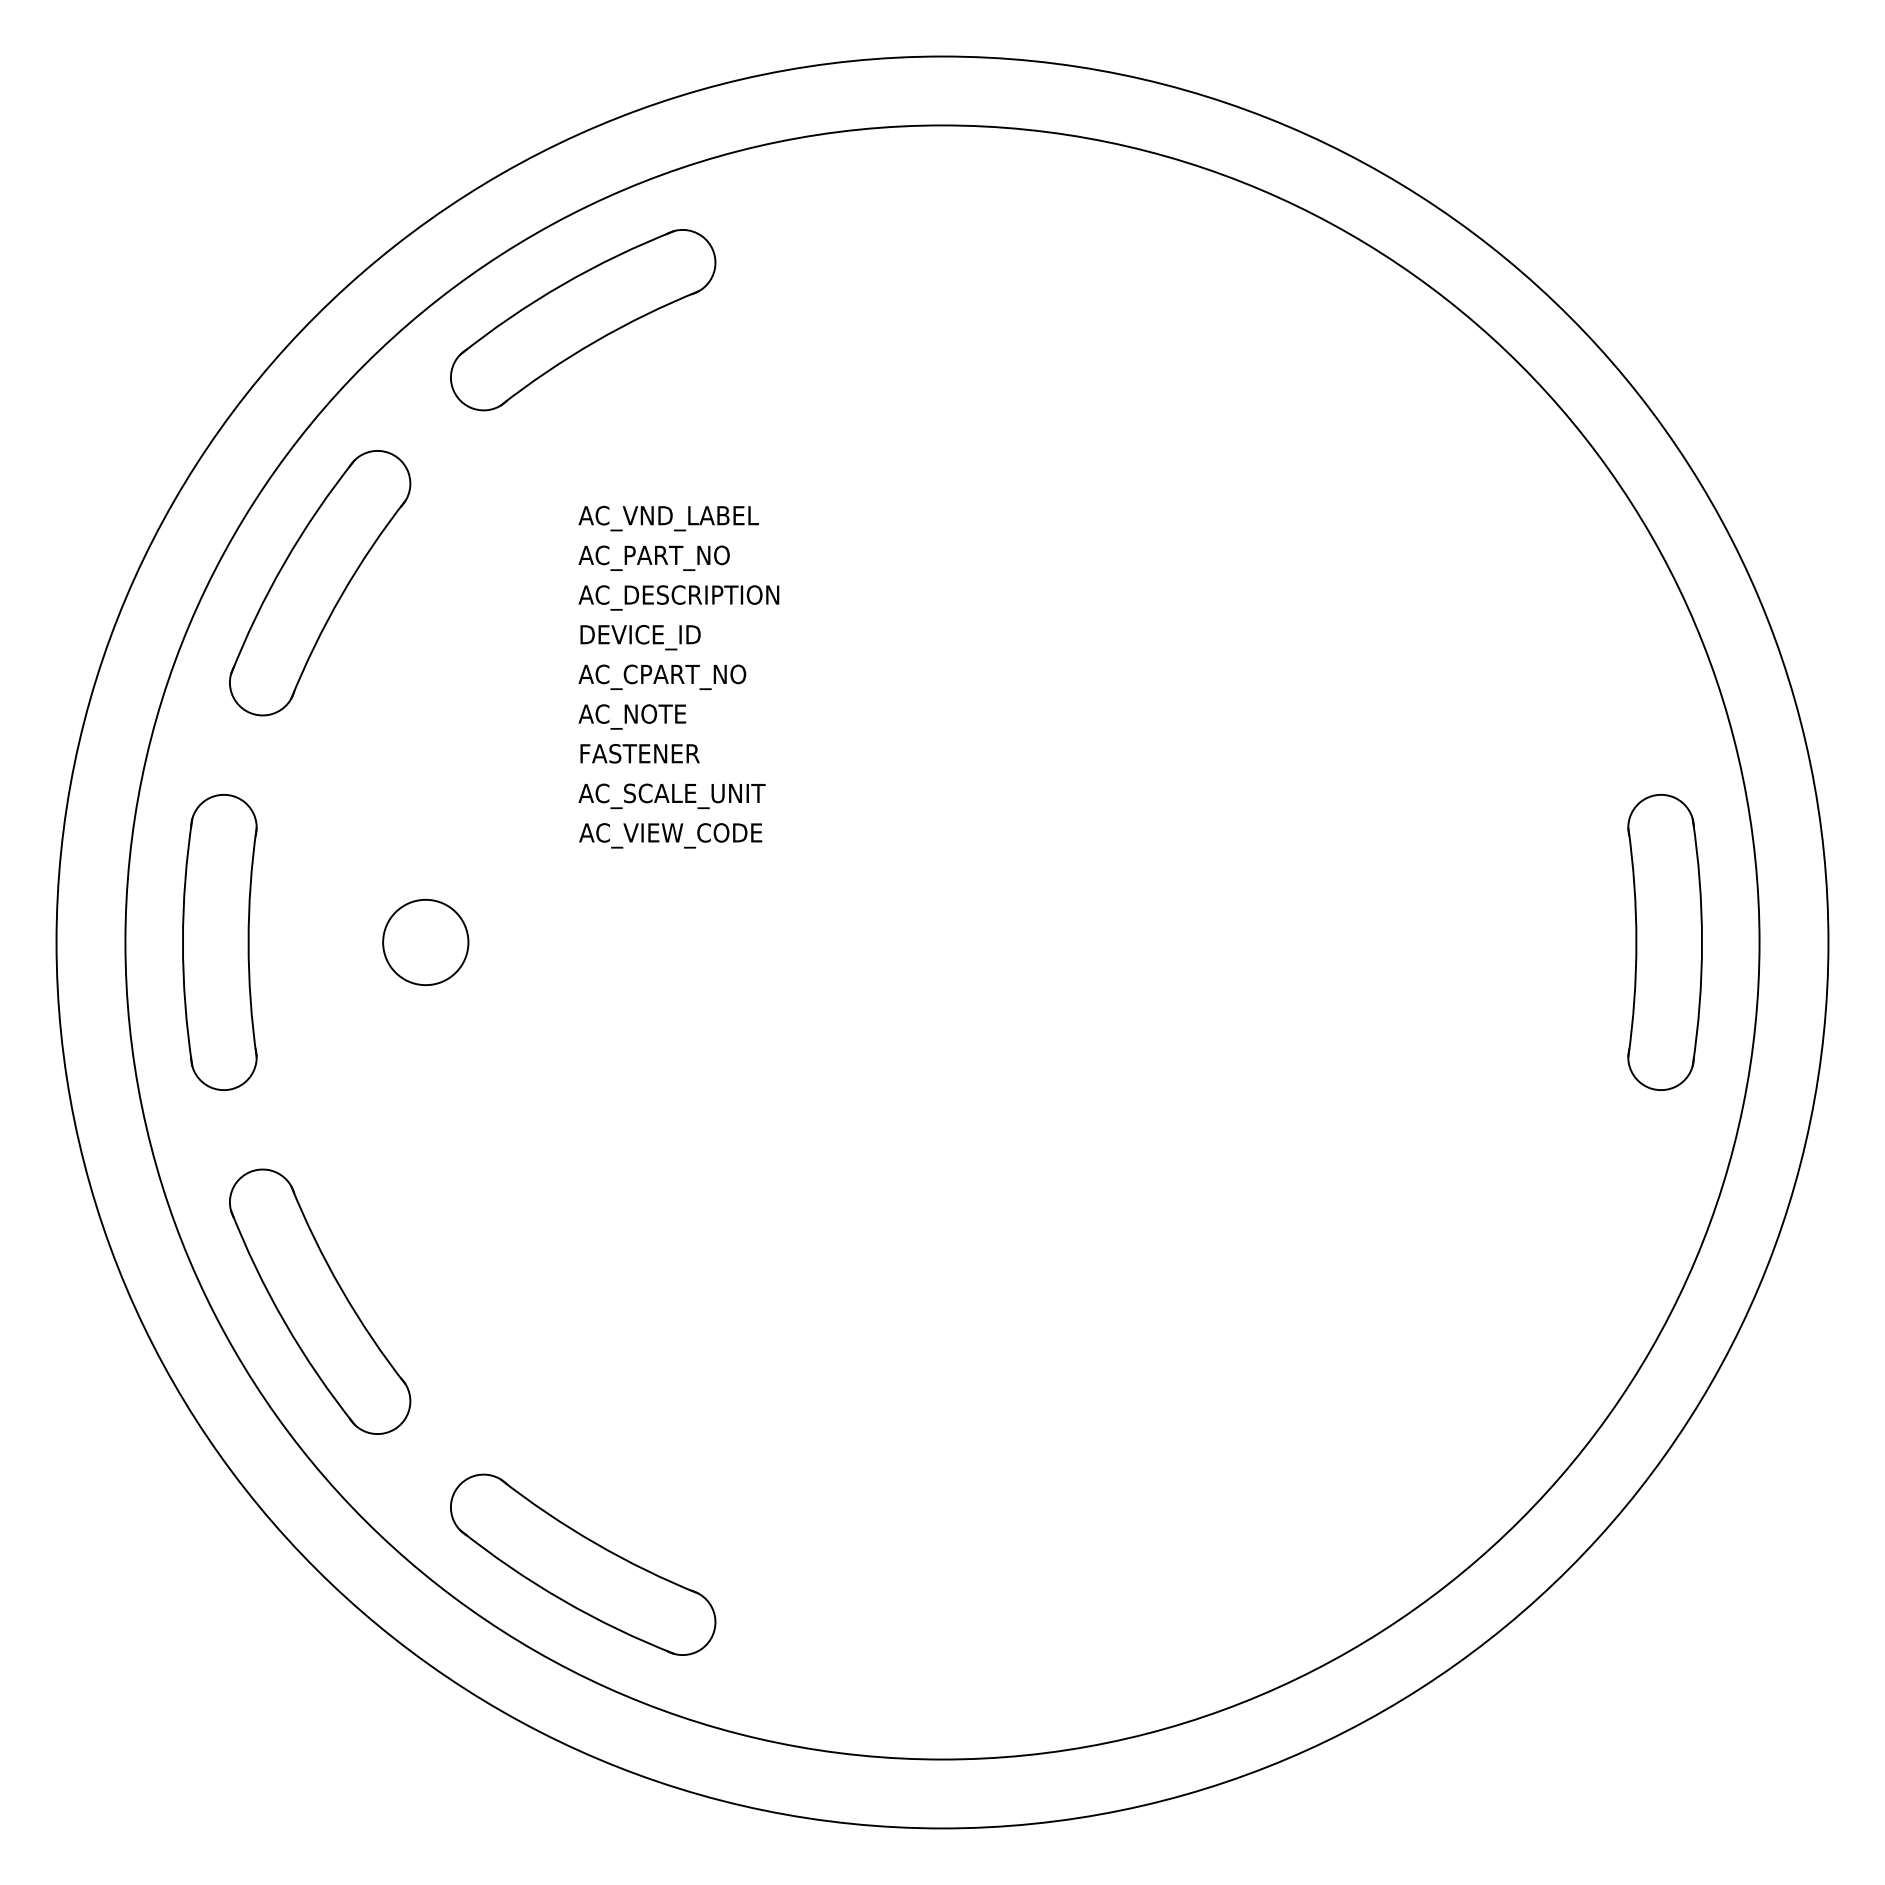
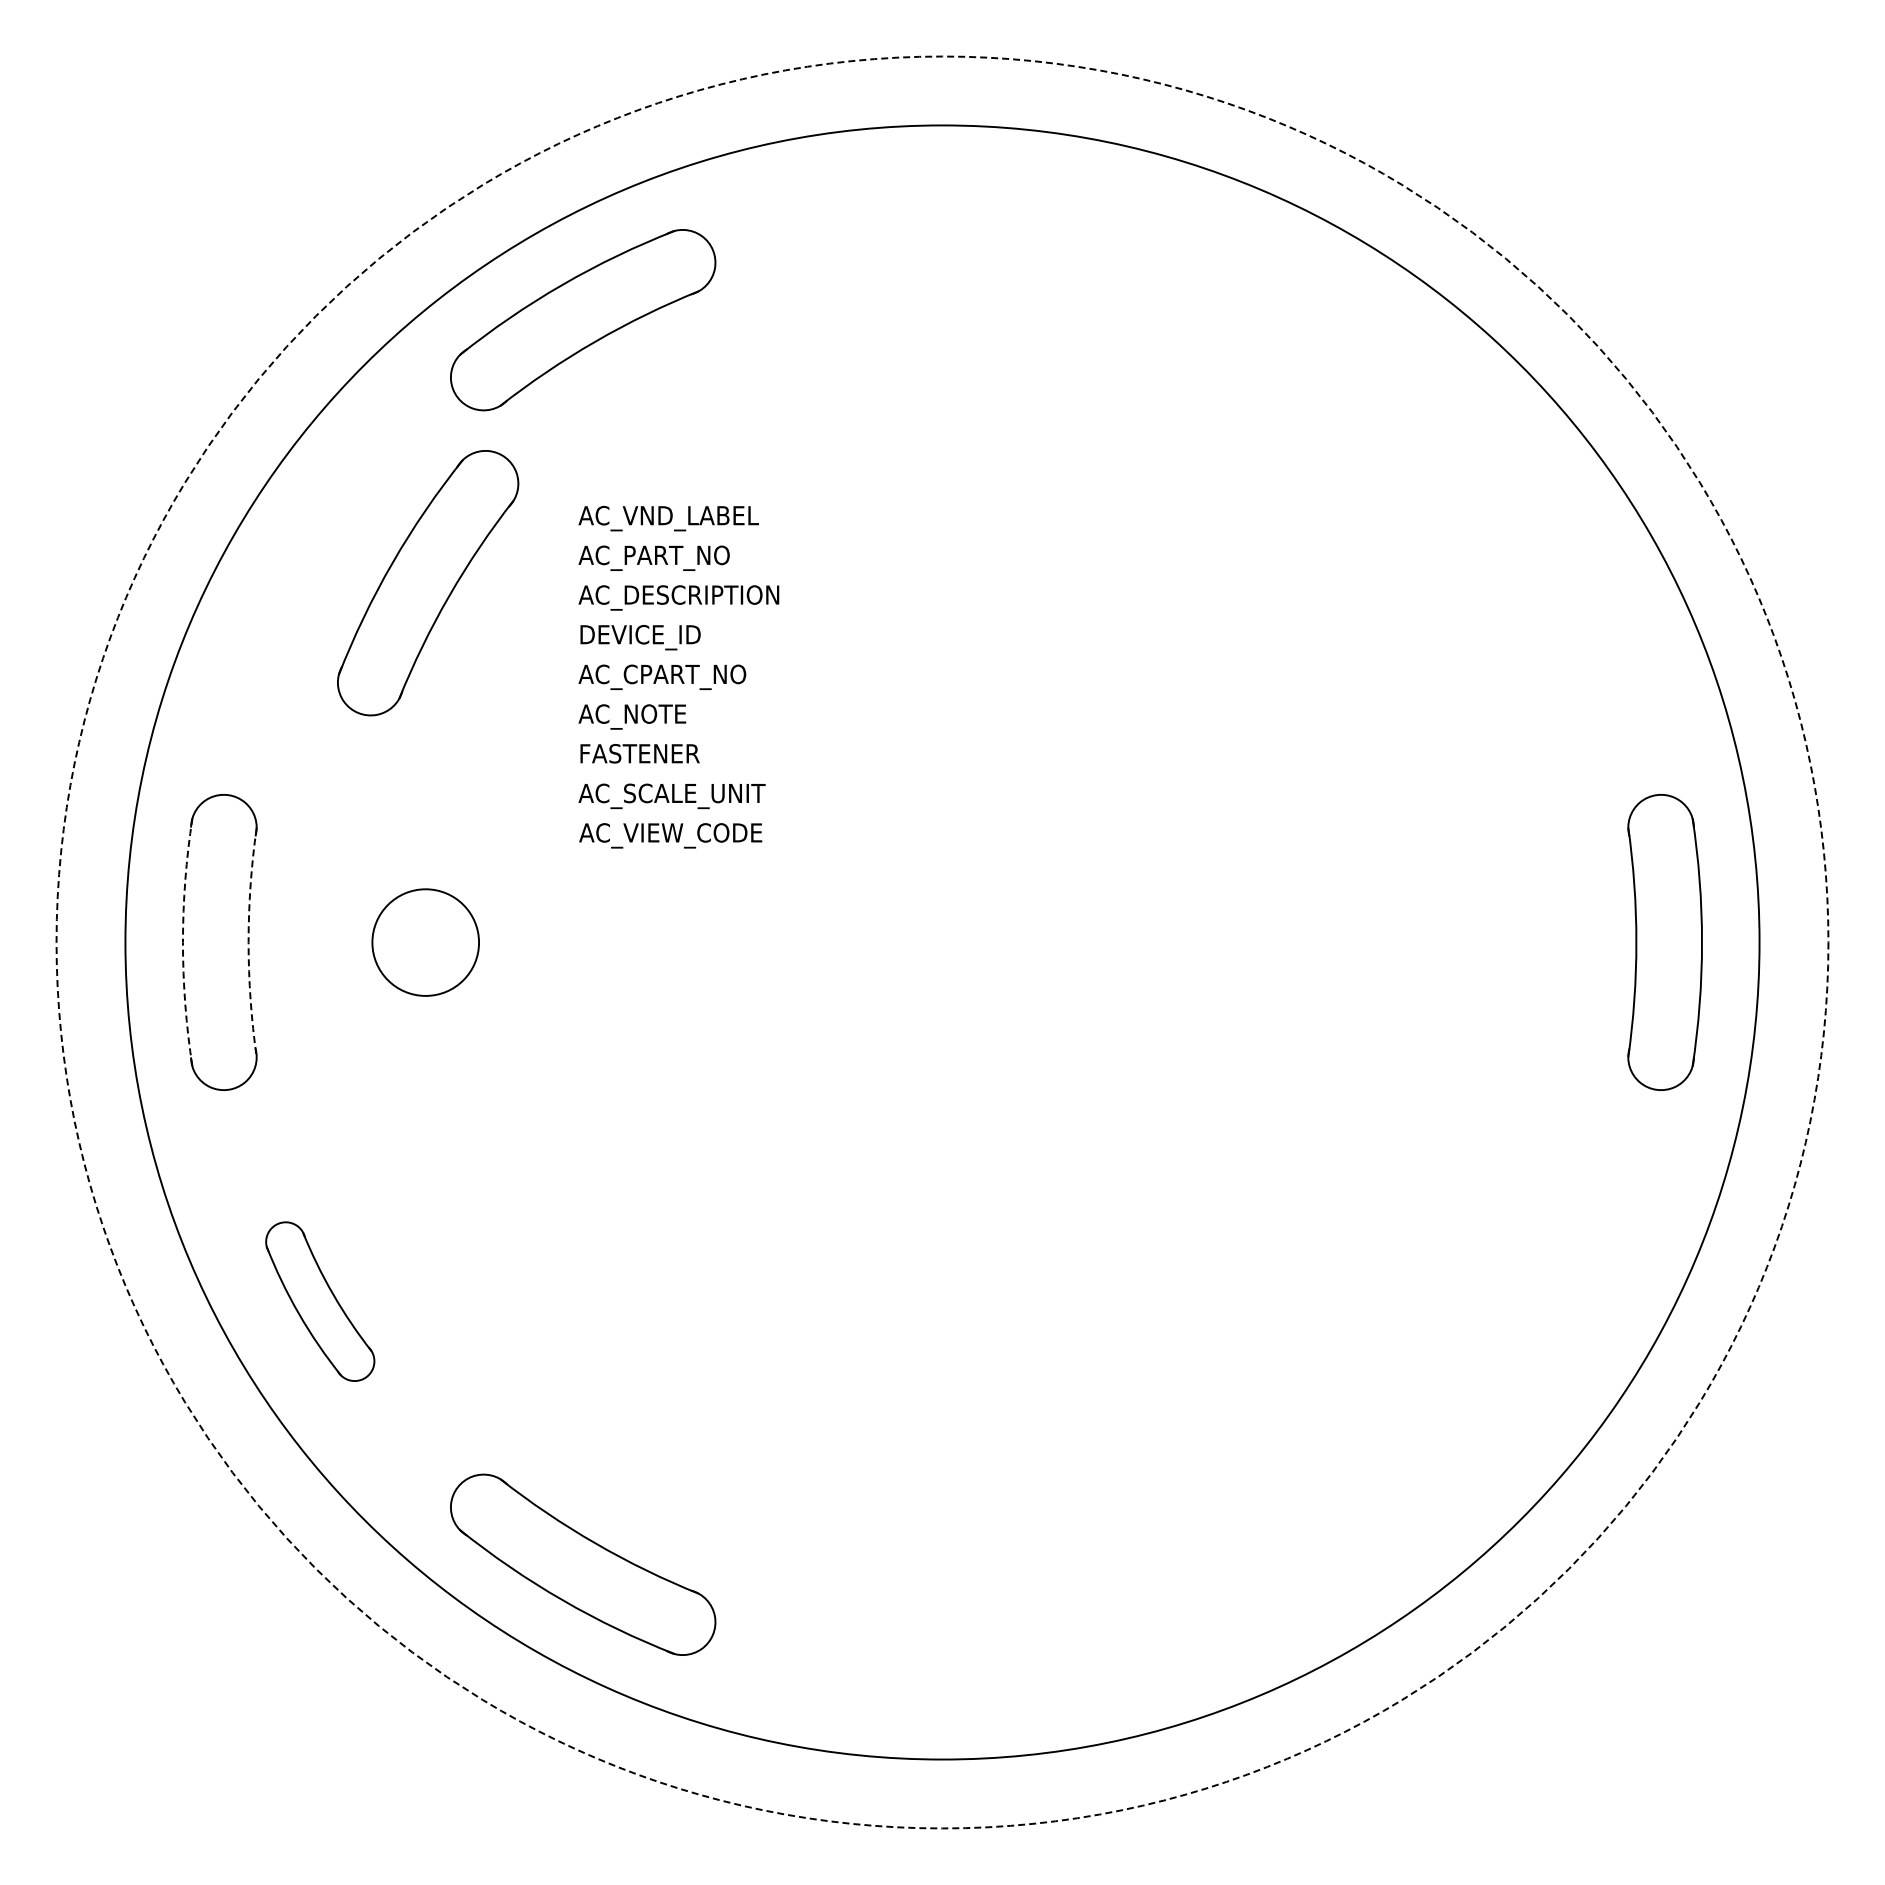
part at (320, 583) position: (320, 583) -> (428, 583)
circle at (425, 941) size: 88x88 px -> 109x109 px
arc at (182, 942): solid -> dashed
line at (248, 942): solid -> dashed
circle at (942, 942): solid -> dashed
part at (320, 1301) size: 183x267 px -> 111x161 px
